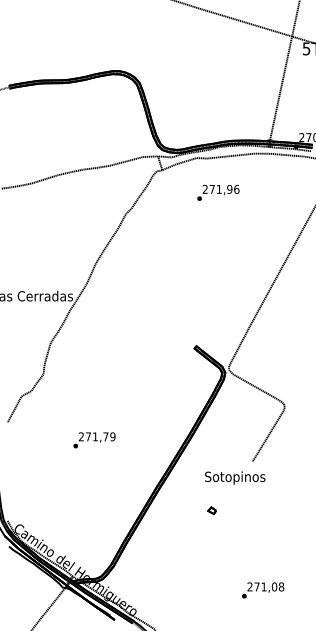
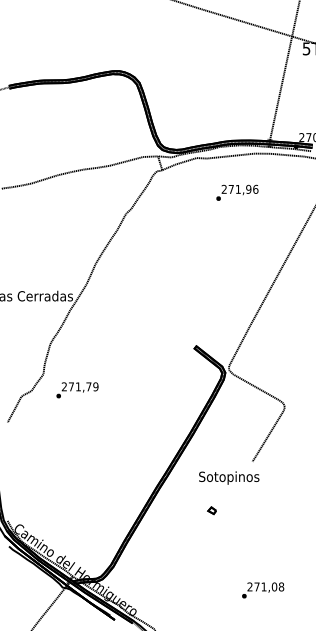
text at (218, 192) position: (218, 192) -> (237, 192)
text at (94, 440) position: (94, 440) -> (77, 390)
text at (235, 477) position: (235, 477) -> (229, 477)
